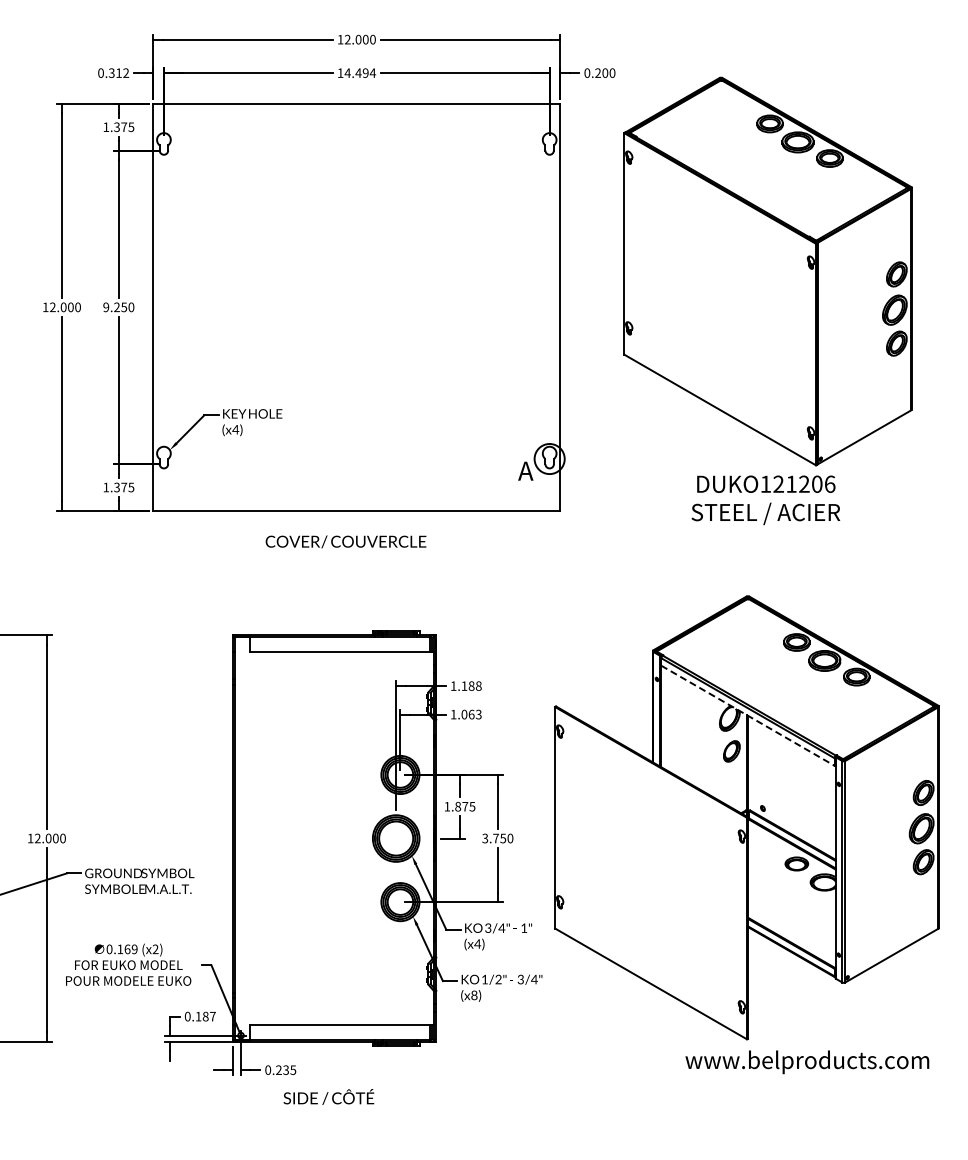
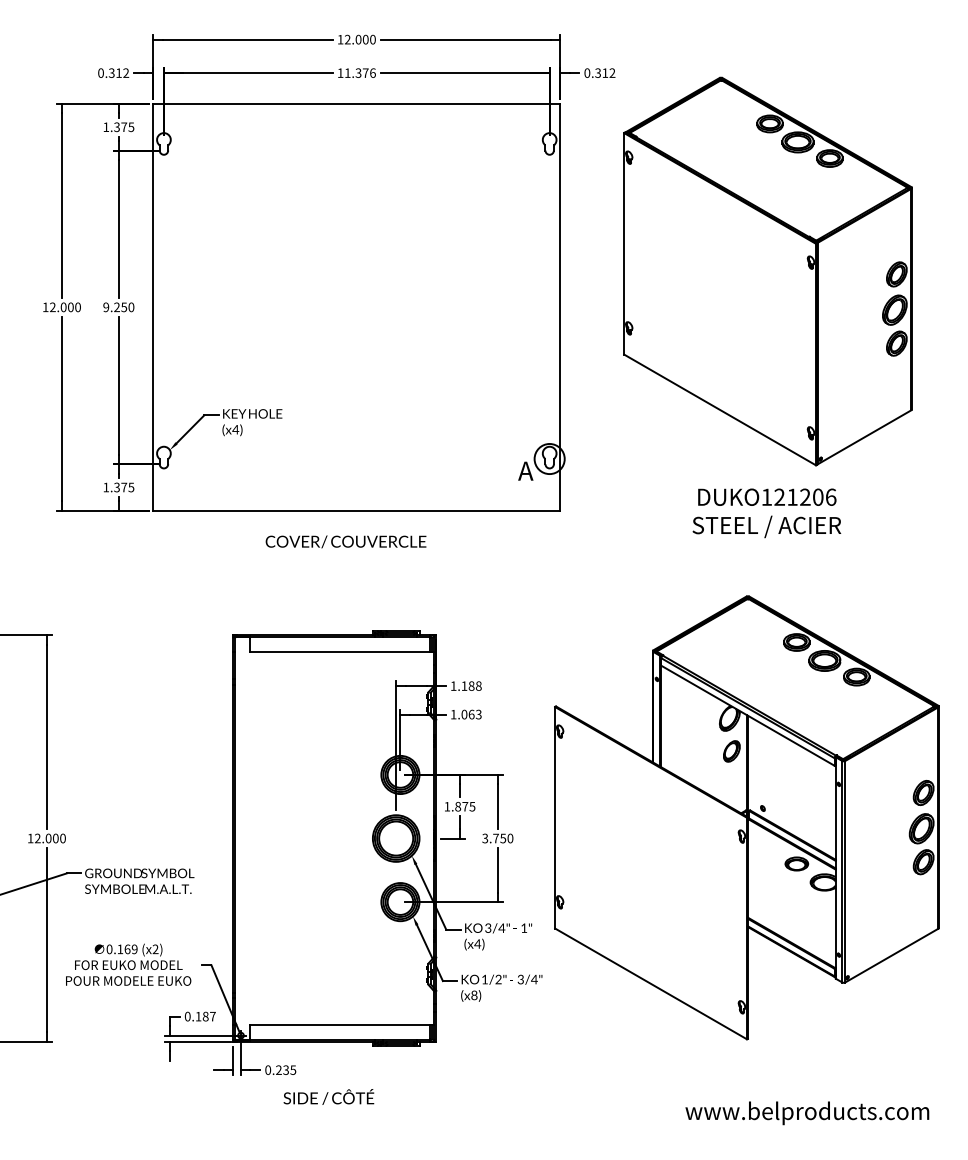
text at (360, 72): 14.494 -> 11.376
text at (605, 72): 0.200 -> 0.312
text at (765, 500) position: (765, 500) -> (766, 513)
line at (748, 715): dashed -> solid
text at (807, 1062) position: (807, 1062) -> (807, 1113)
